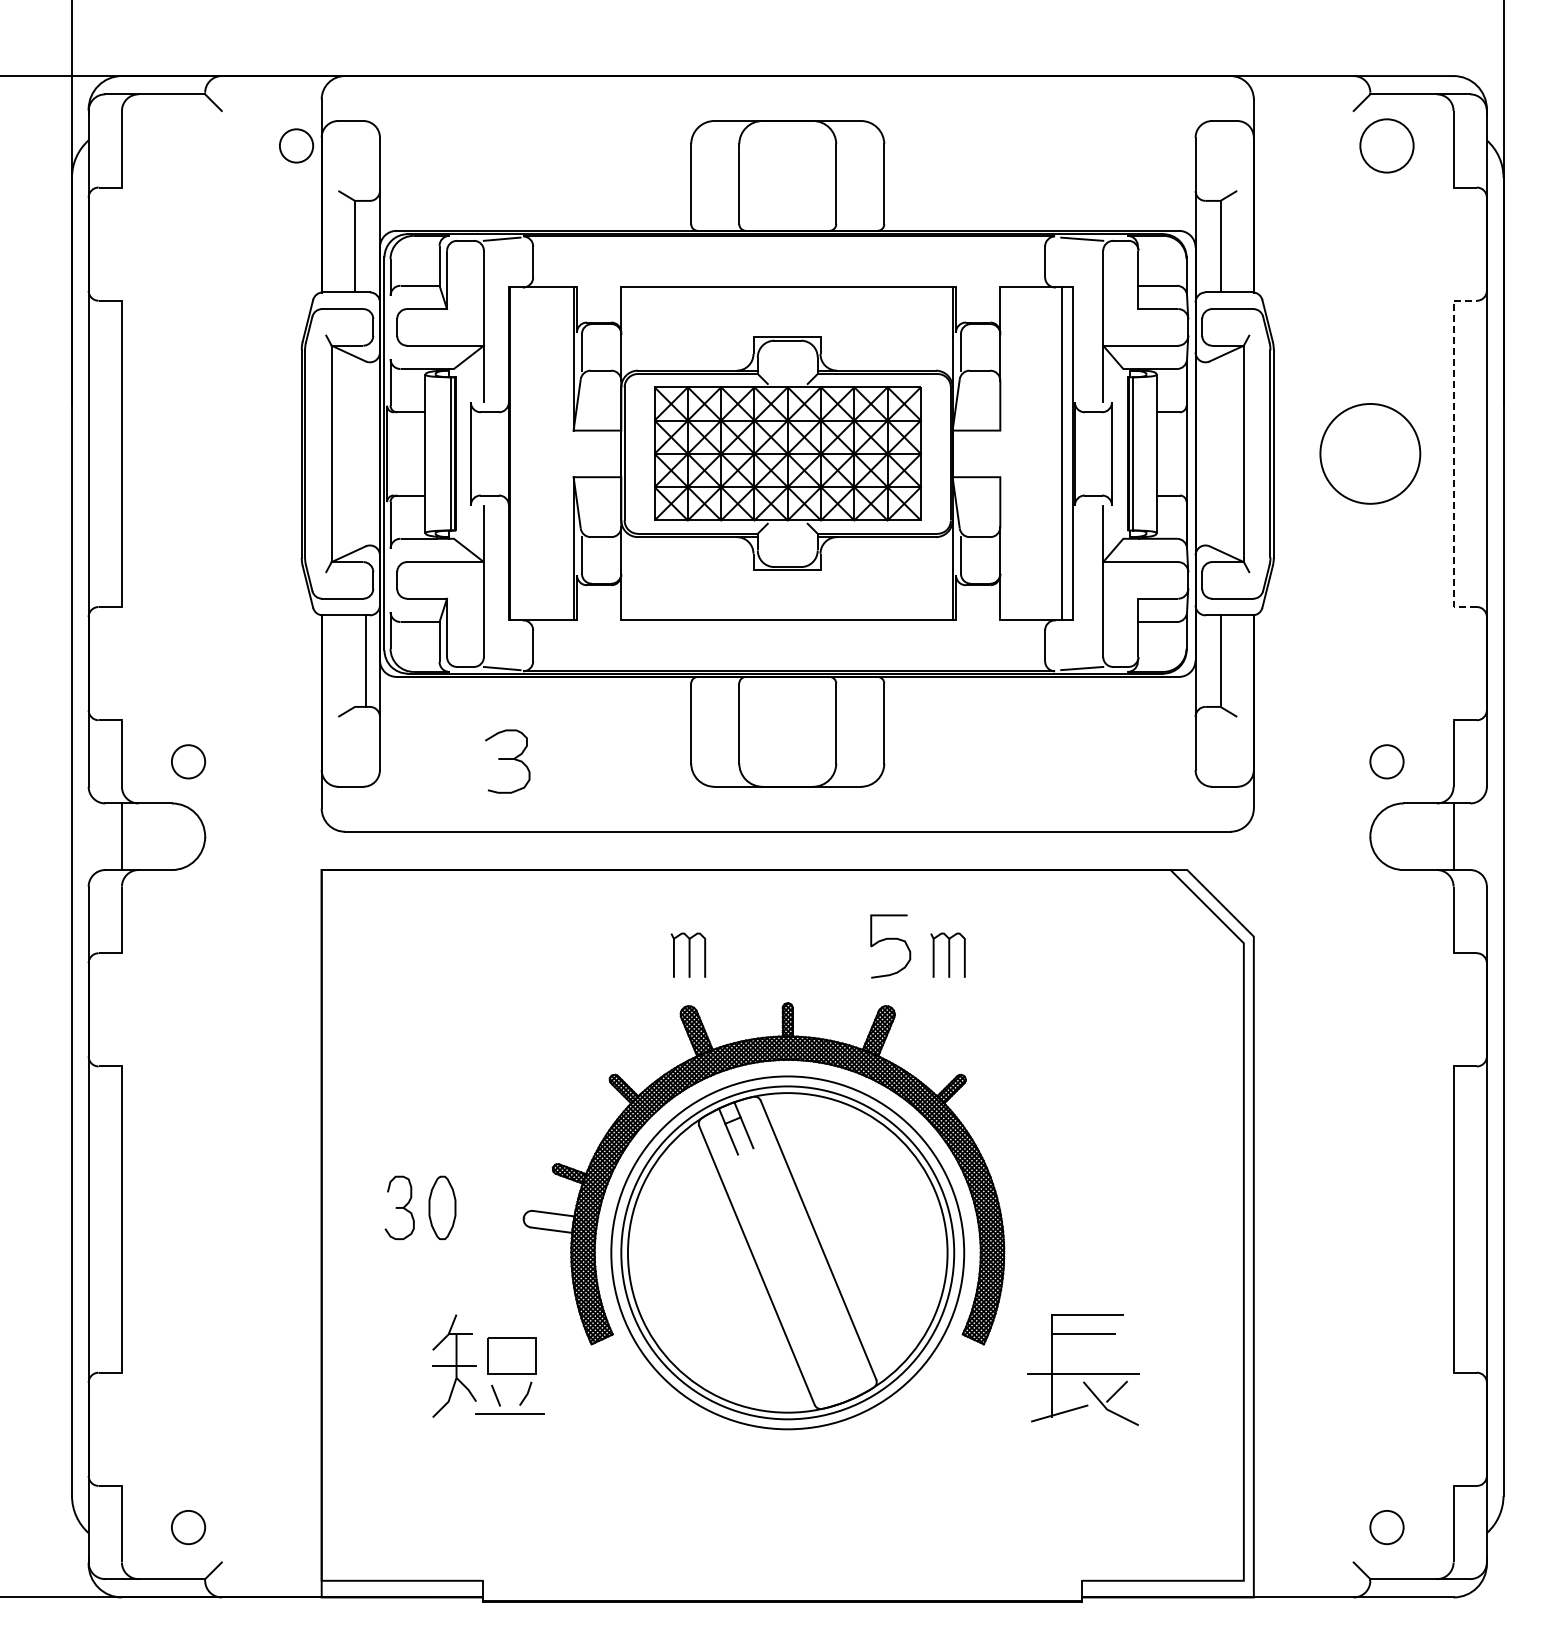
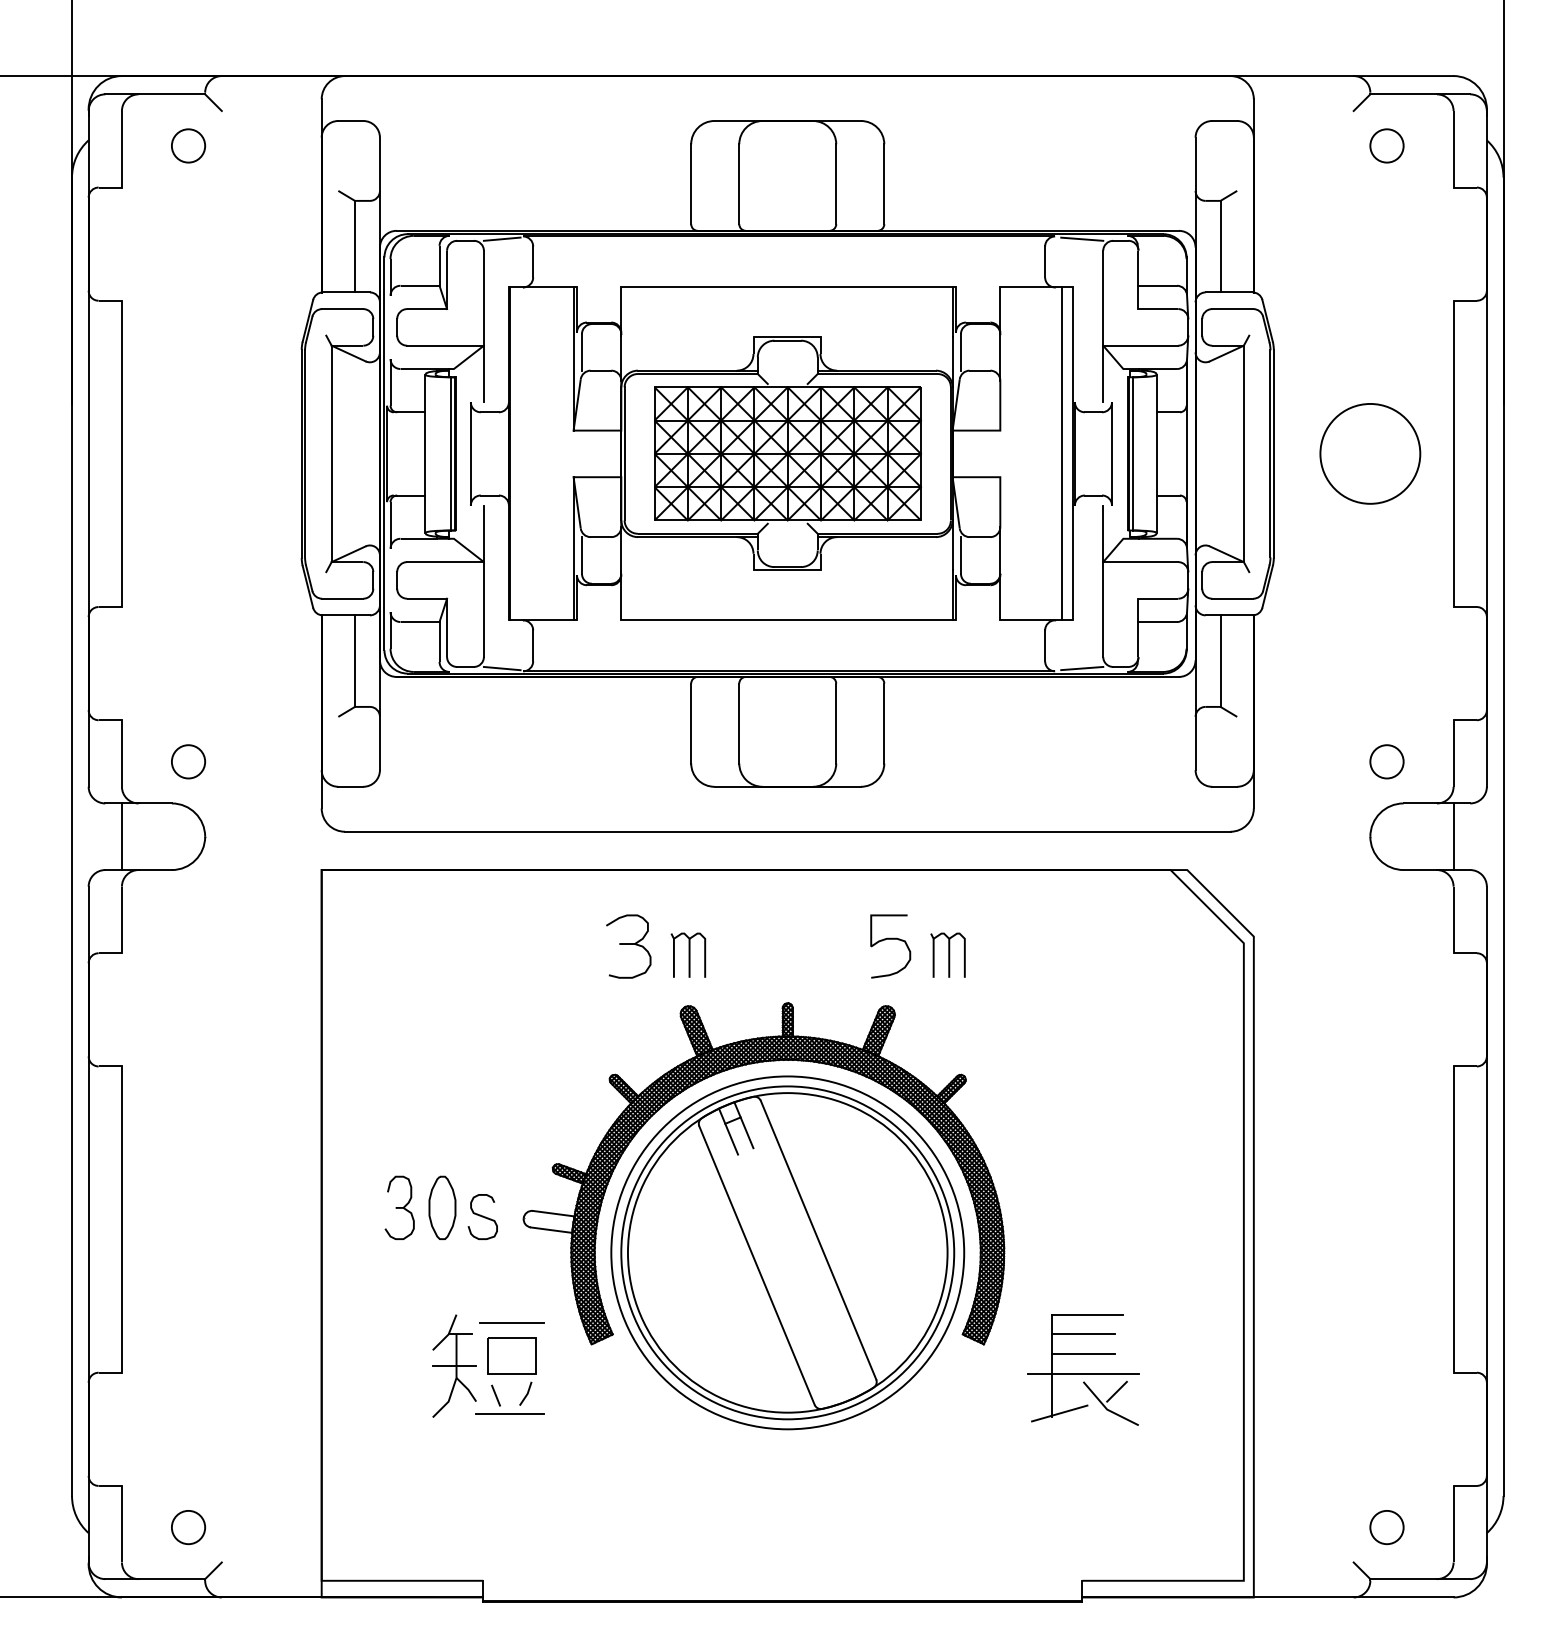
circle at (296, 145) position: (296, 145) -> (188, 145)
circle at (1386, 145) diameter: 53 px -> 33 px
line at (1453, 453): dashed -> solid
line at (365, 660) position: (365, 660) -> (354, 660)
part at (507, 761) position: (507, 761) -> (628, 946)
curve at (482, 1216): none -> present
line at (511, 1322): none -> present
line at (1083, 1354): none -> present
